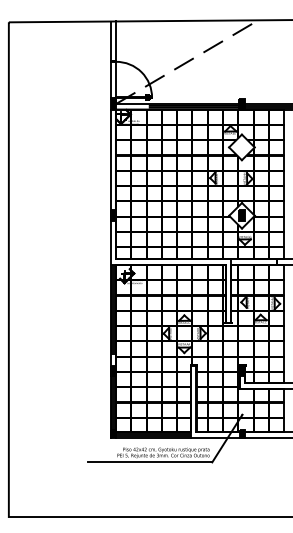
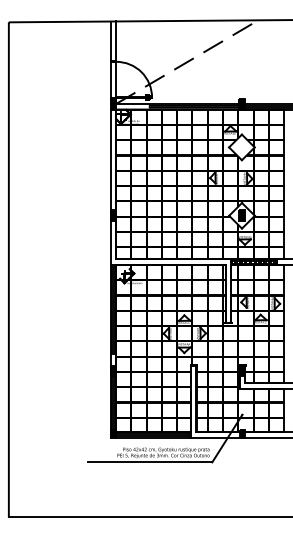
hatch at (253, 261): none -> present
